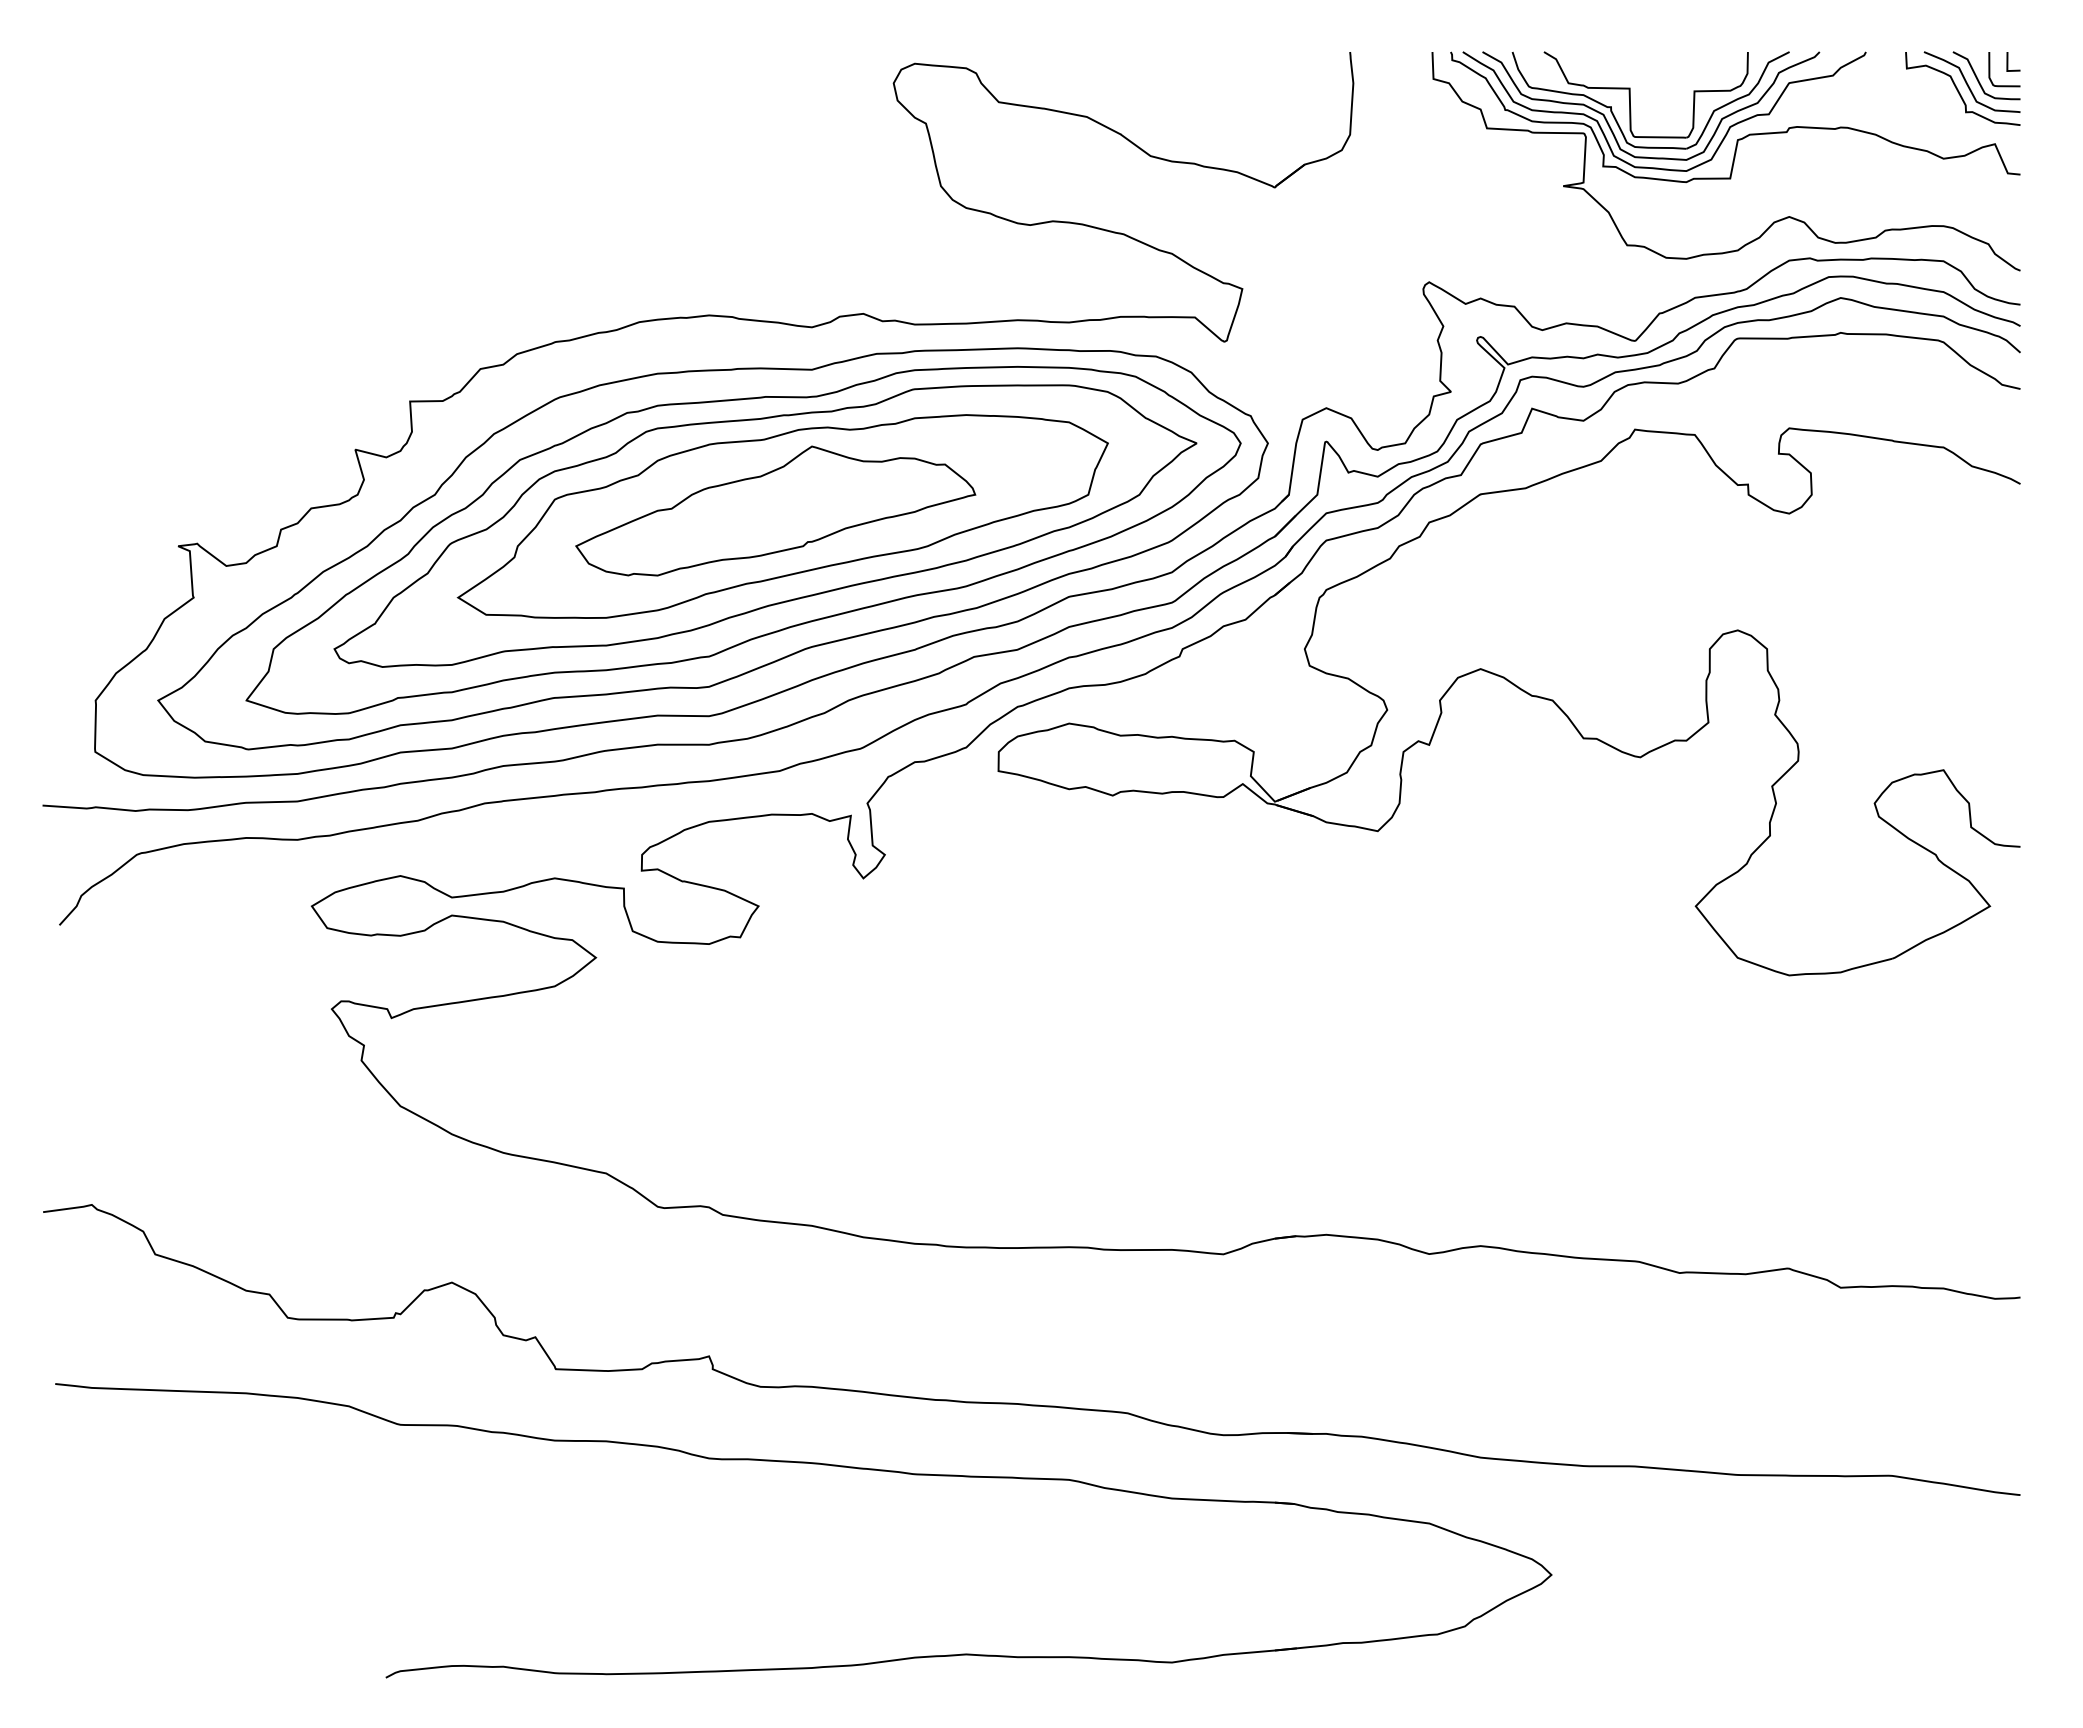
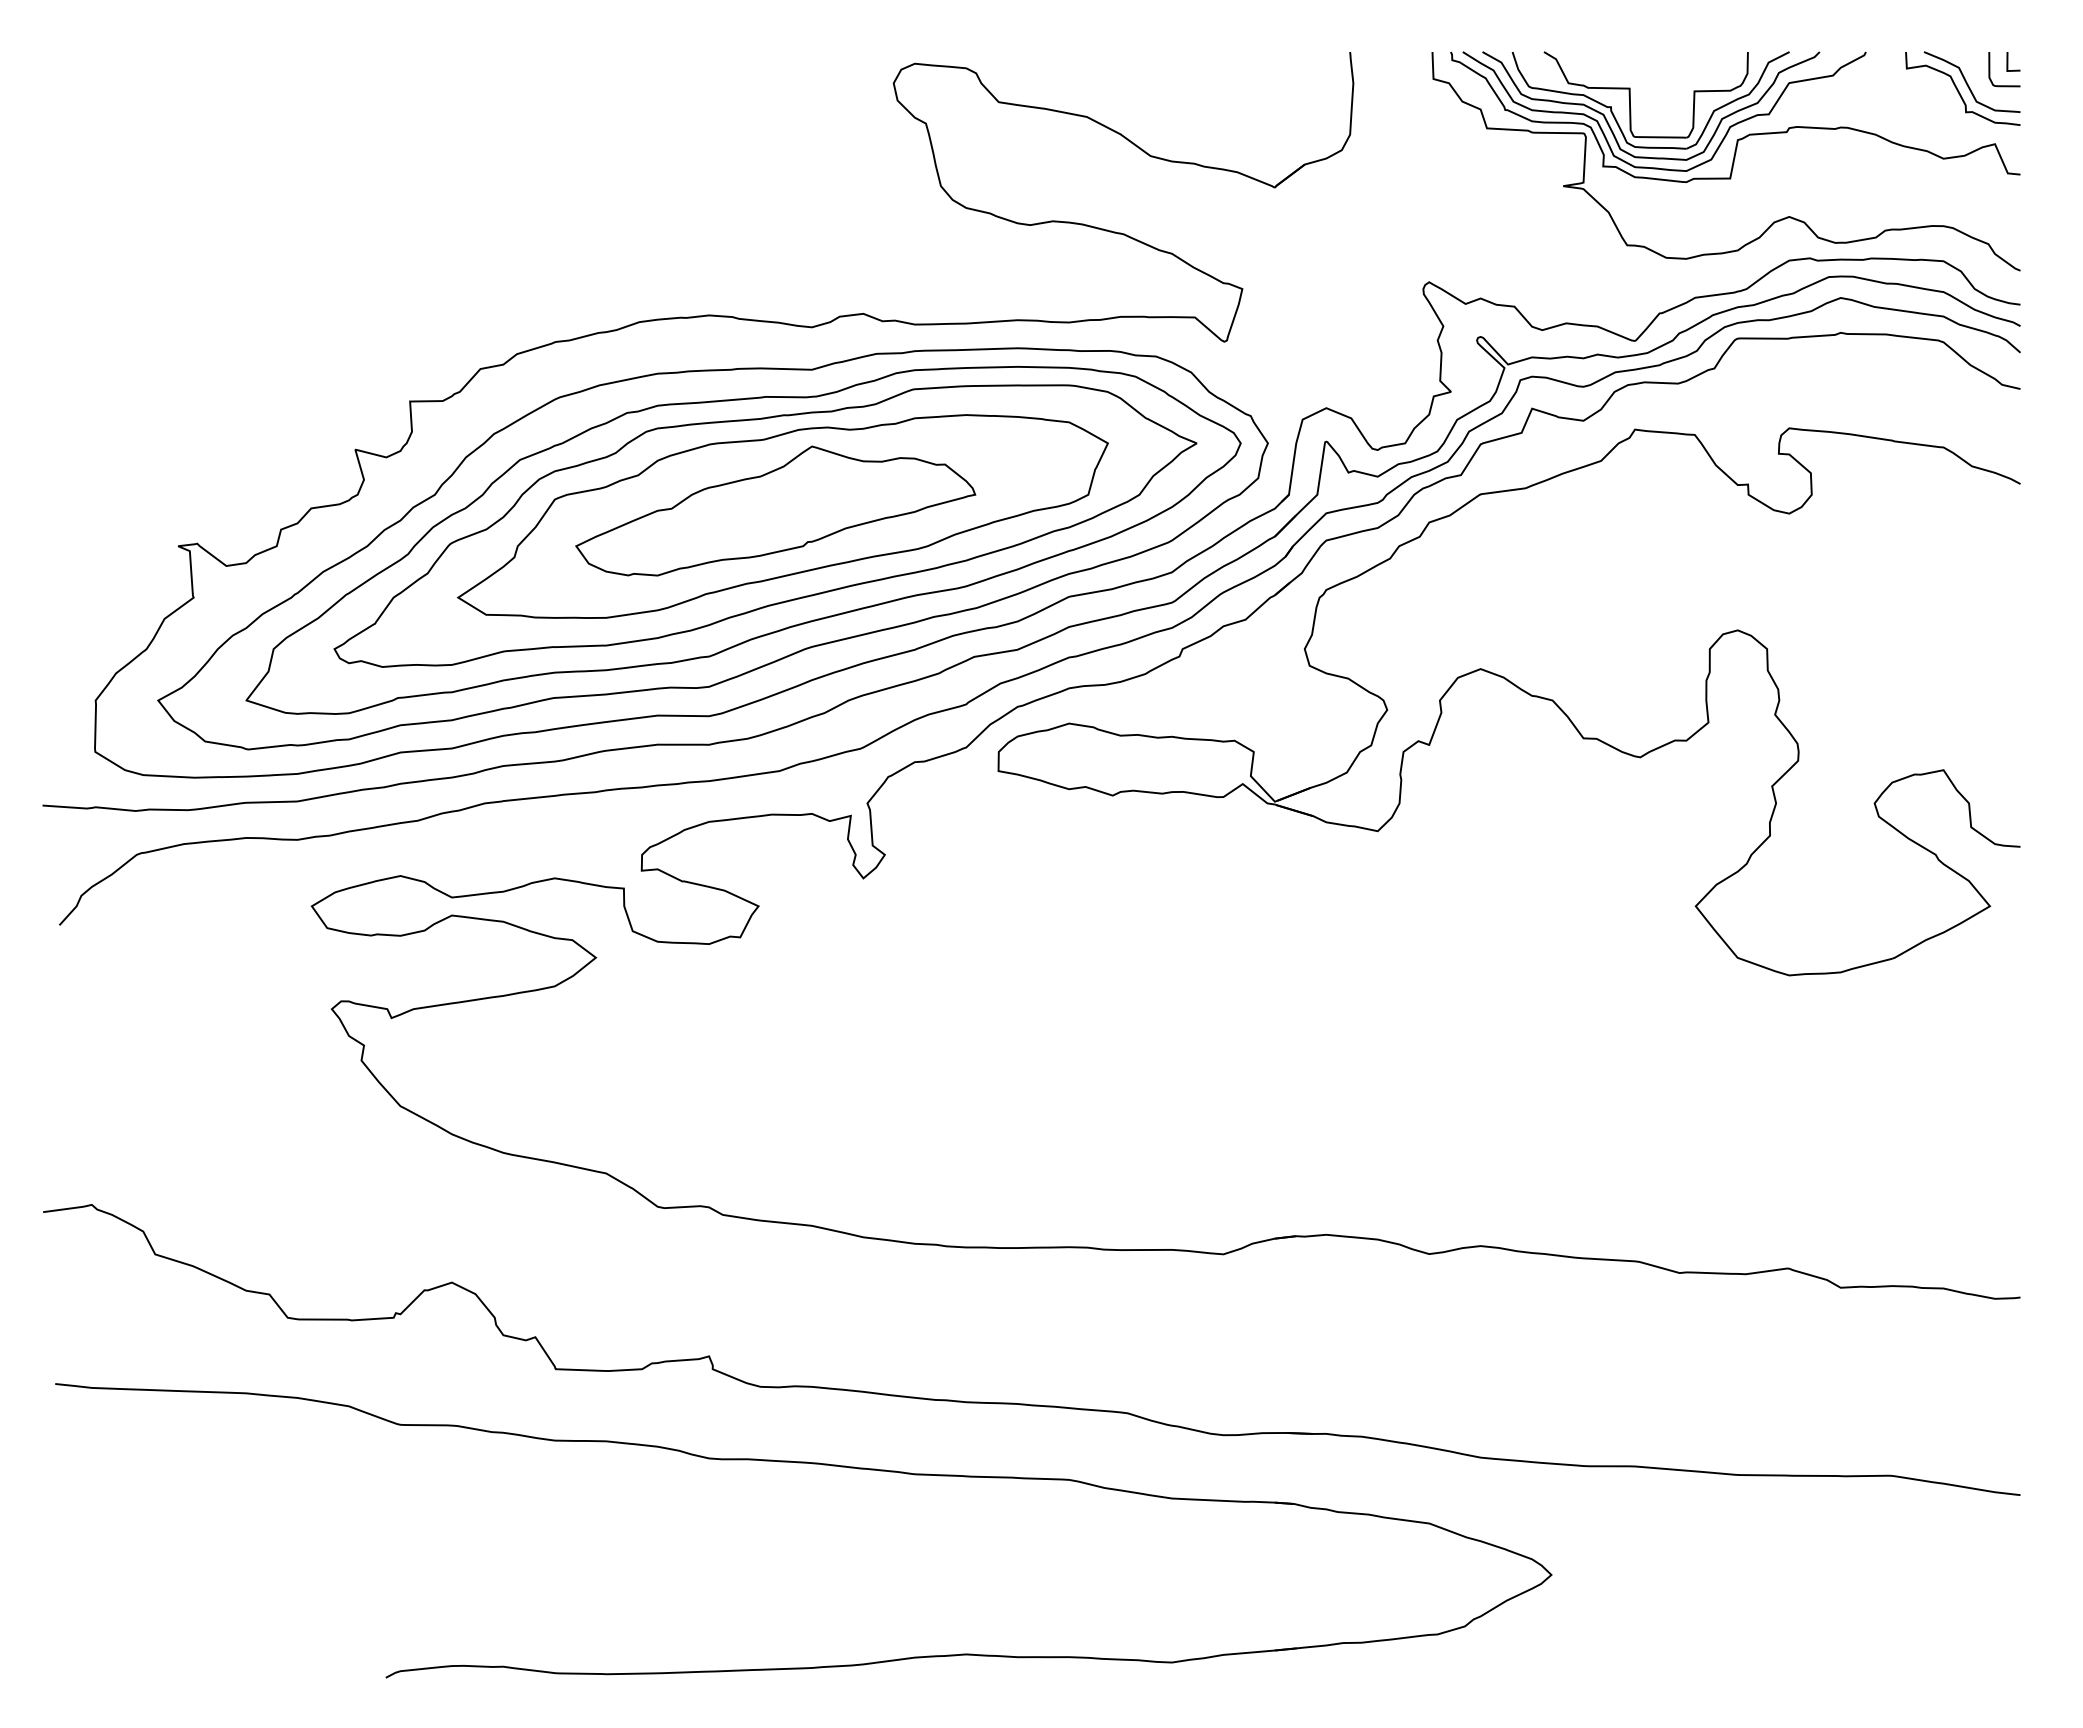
curve at (1978, 78): present -> none
